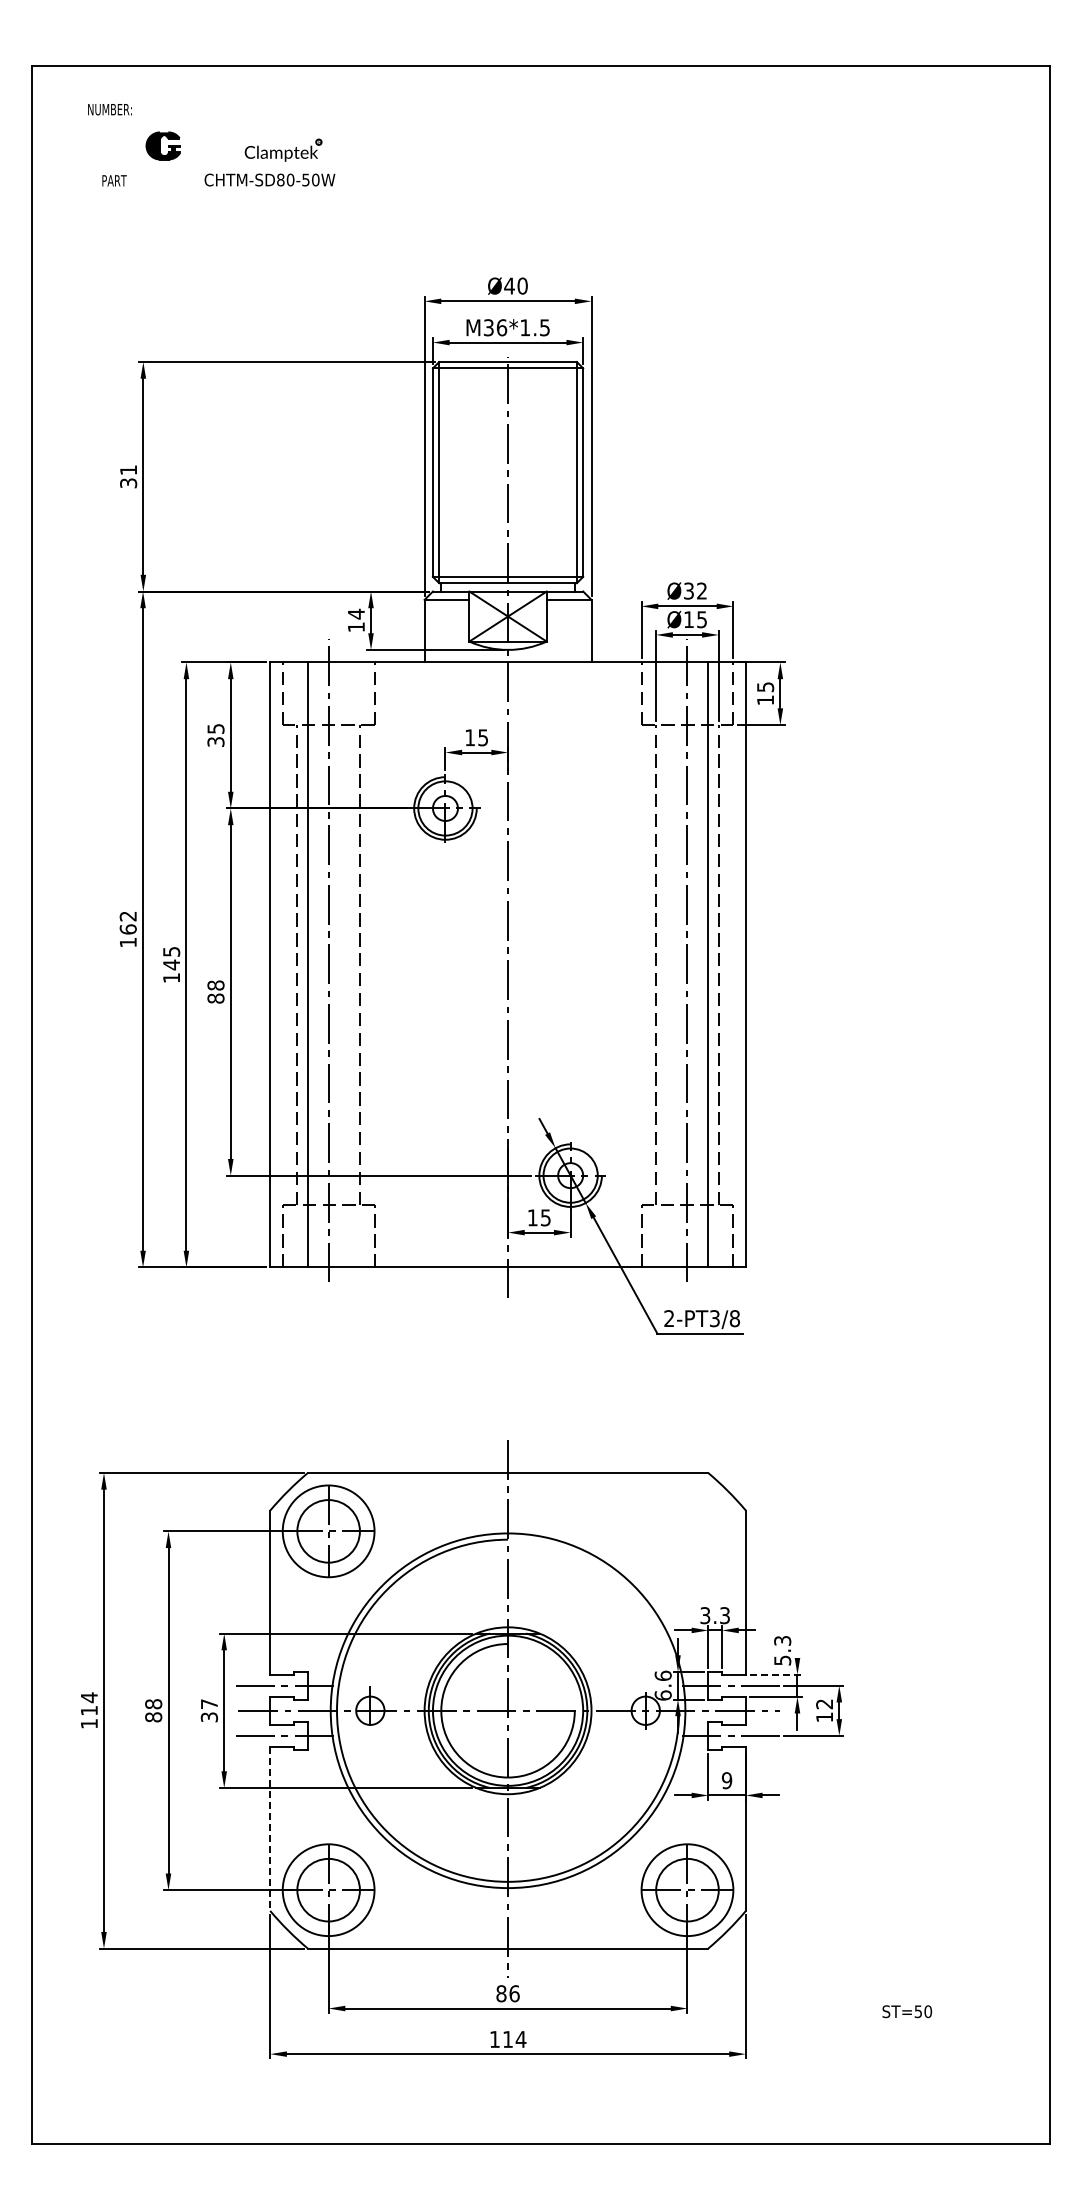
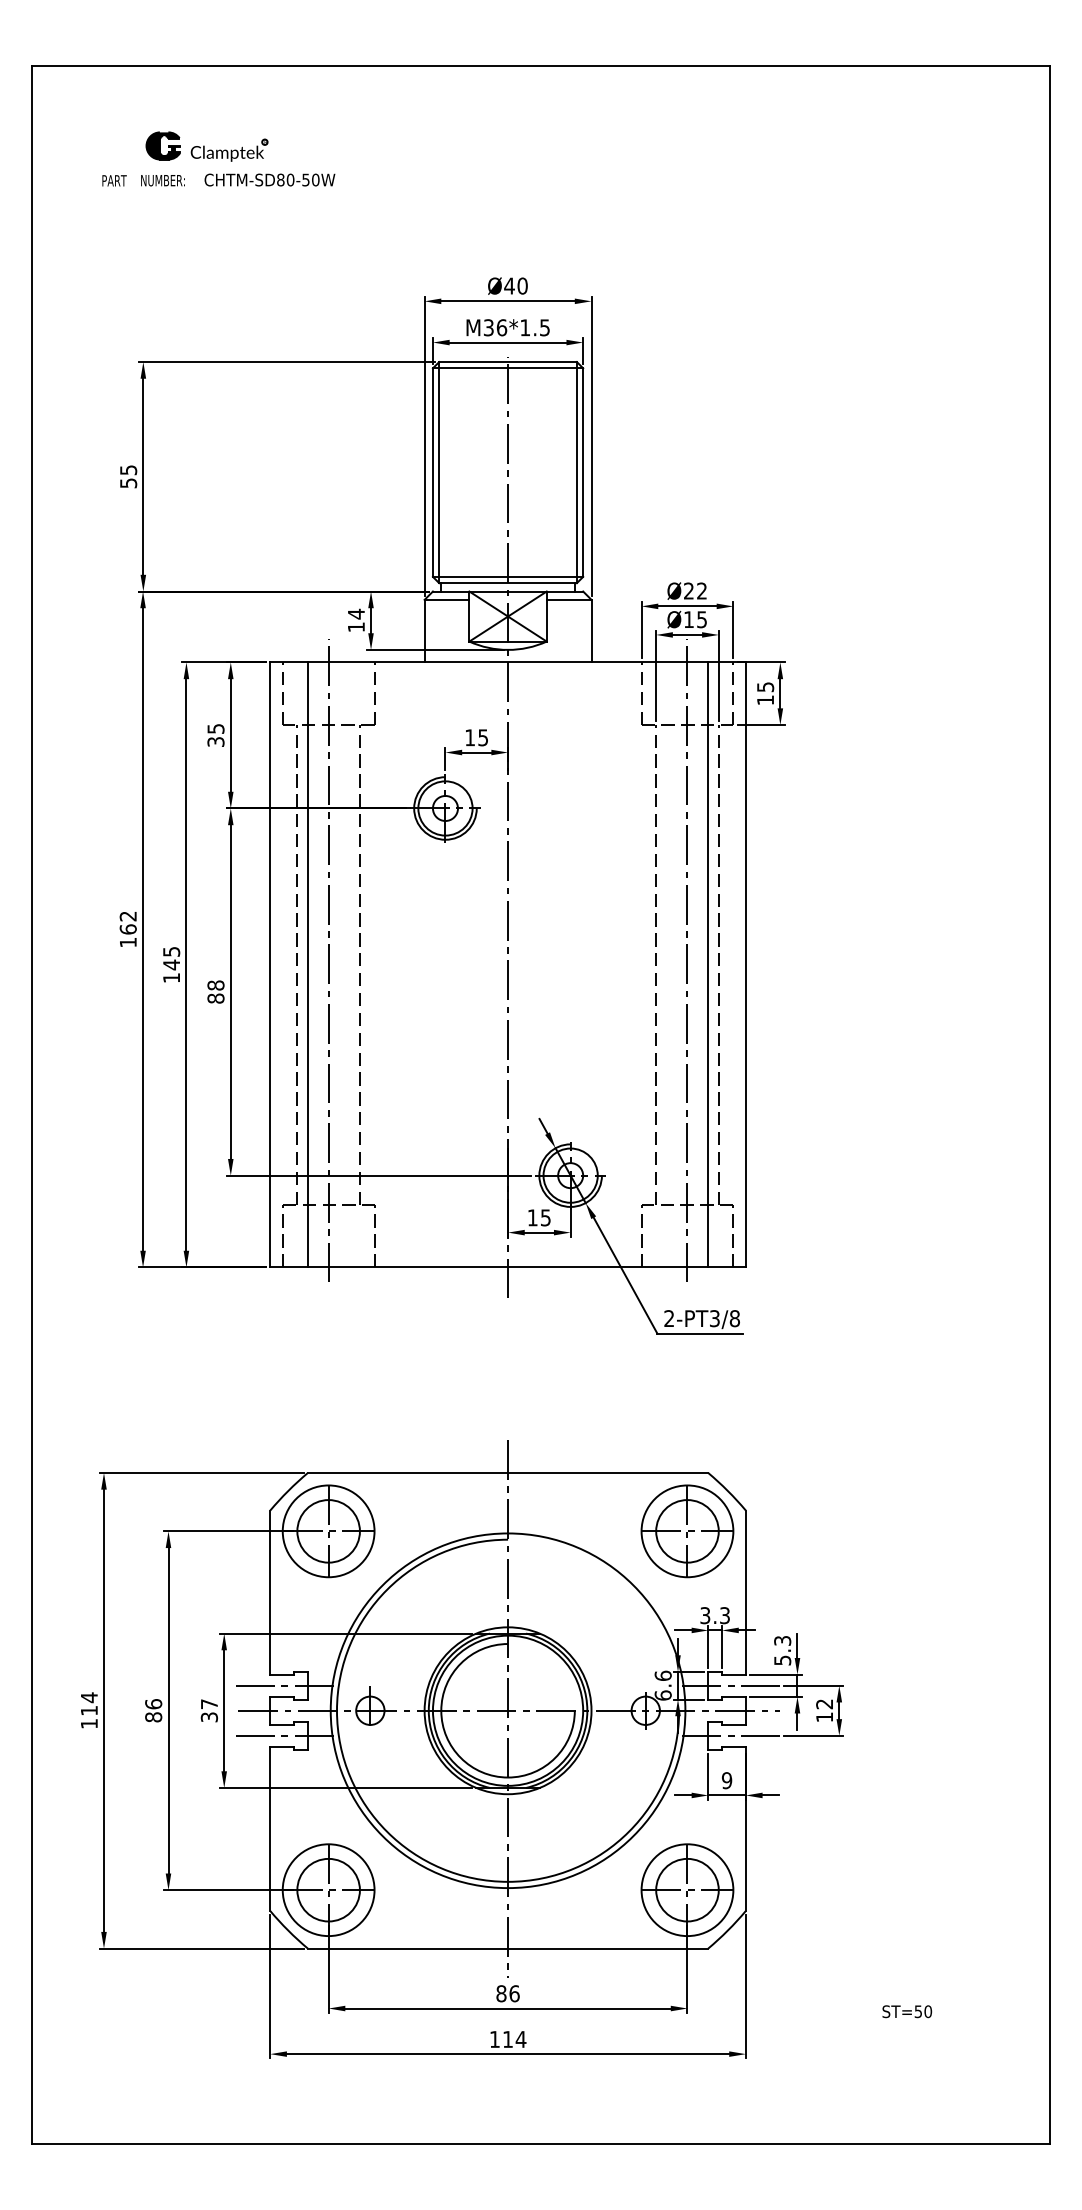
text at (109, 109) position: (109, 109) -> (162, 180)
part at (283, 149) position: (283, 149) -> (229, 149)
text at (128, 476): 31 -> 55
text at (688, 590): Ø32 -> Ø22
part at (687, 1531): none -> present
line at (797, 1645): none -> present
line at (775, 1674): dashed -> solid
text at (153, 1704): 88 -> 86
line at (270, 1829): dashed -> solid
